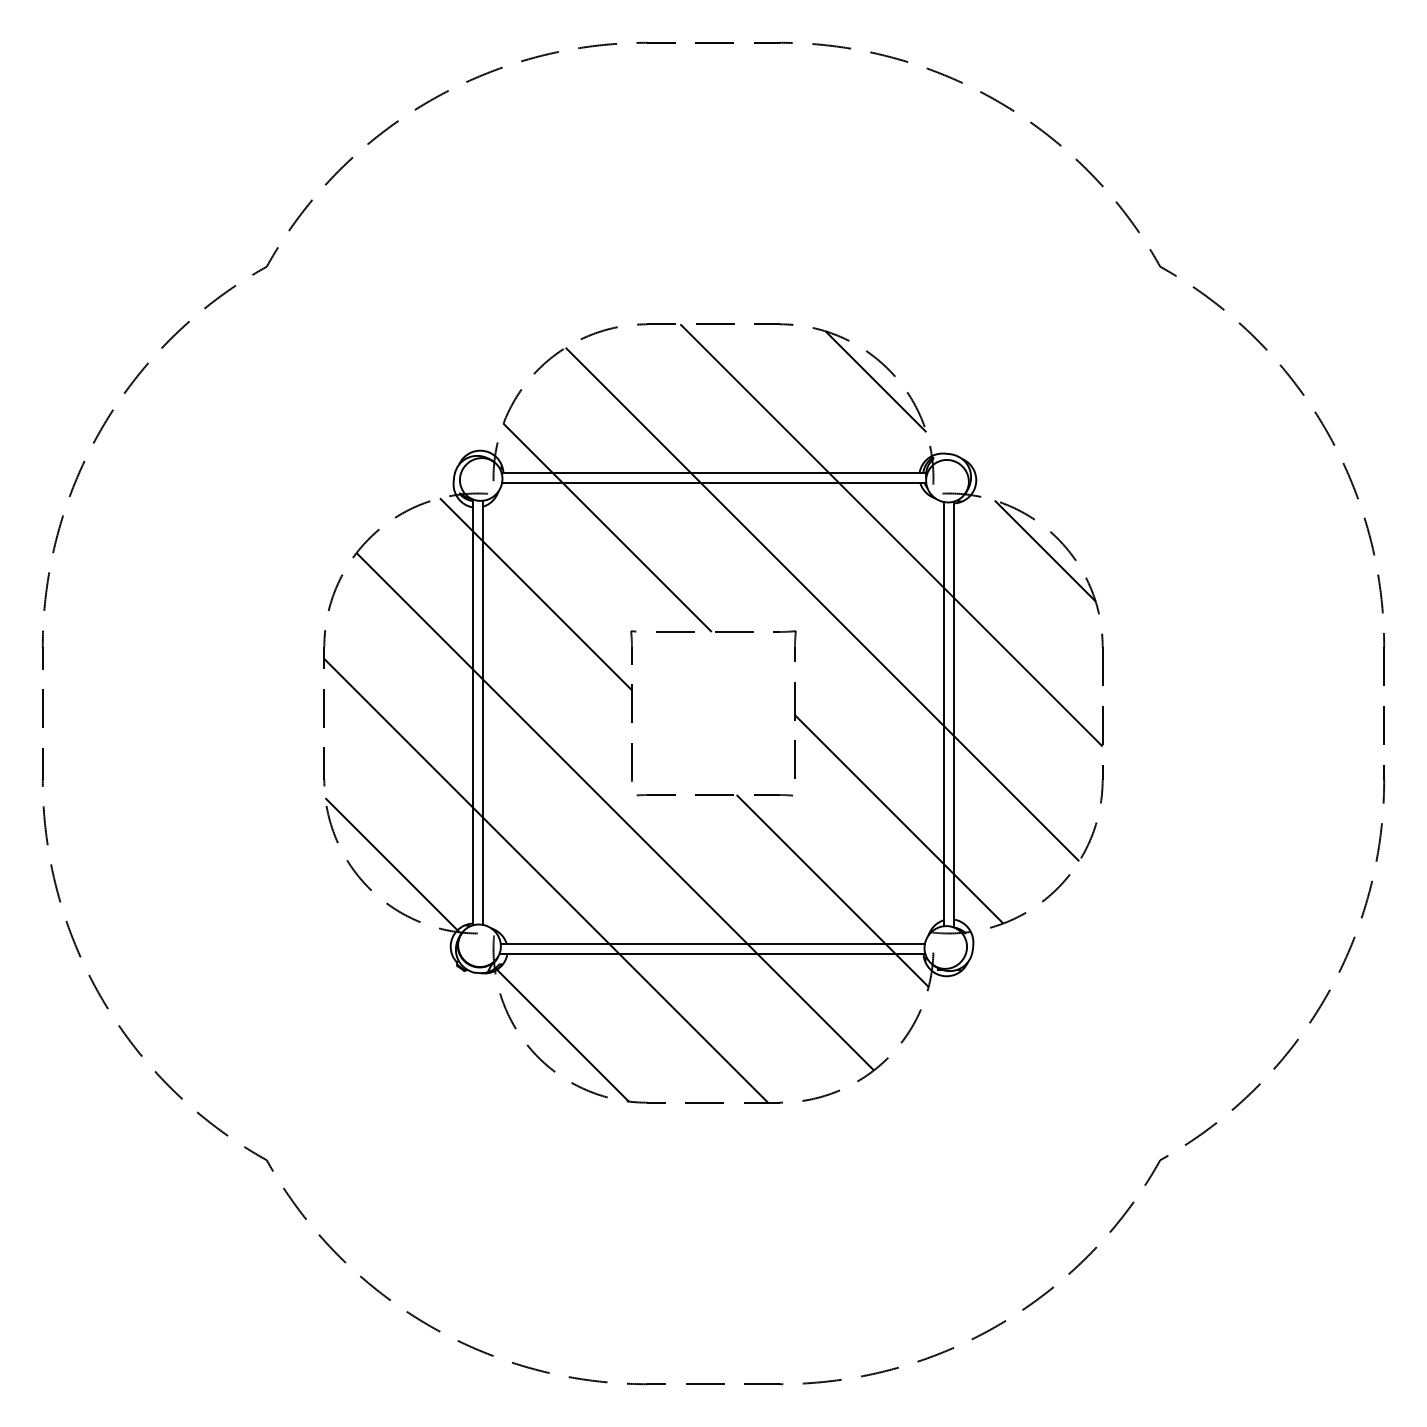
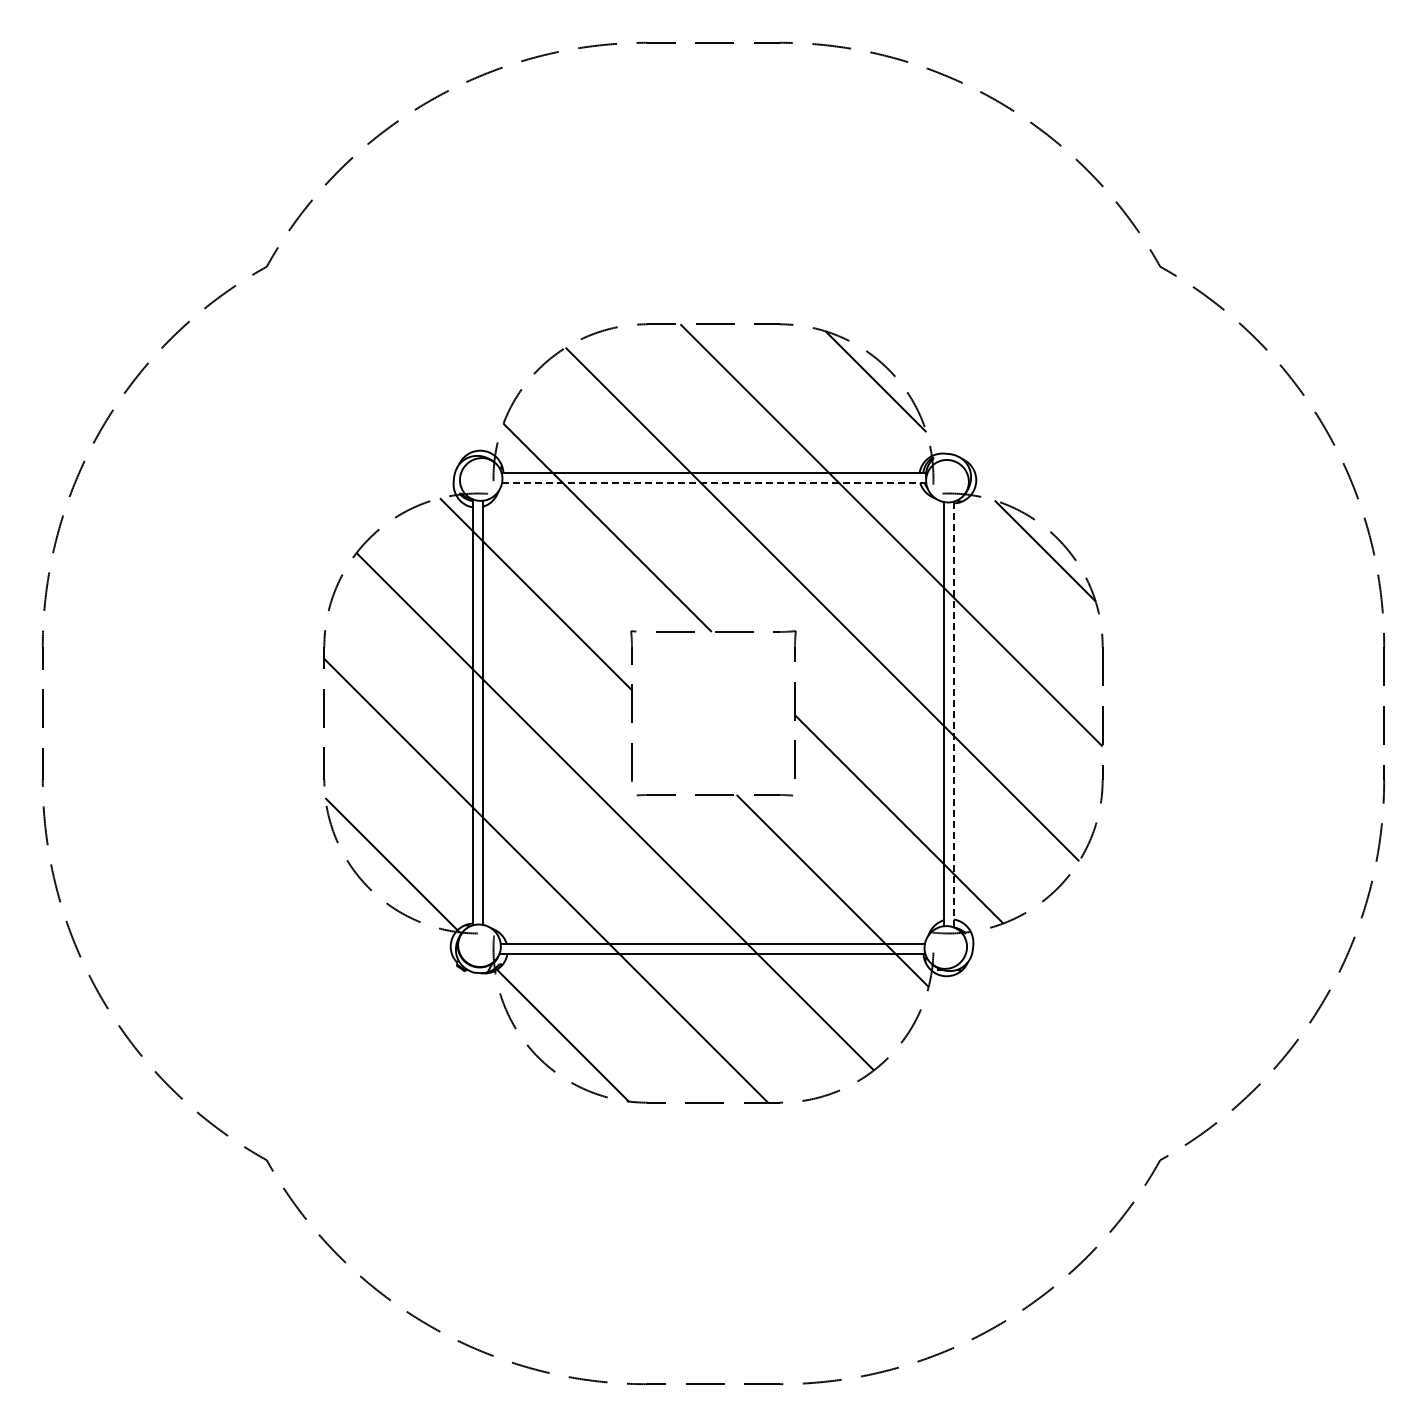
line at (714, 483): solid -> dashed
line at (953, 714): solid -> dashed
